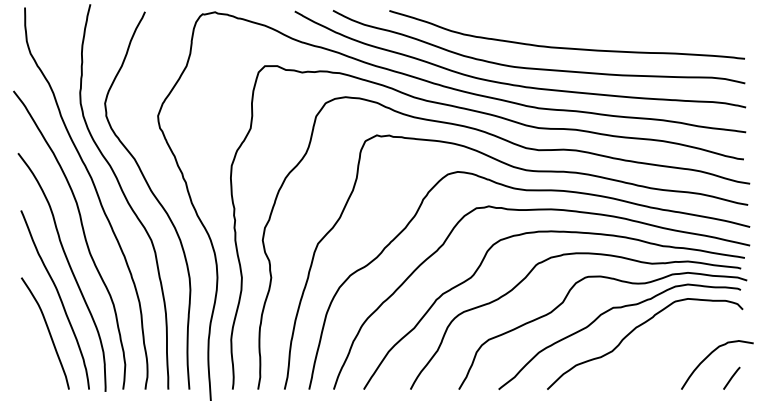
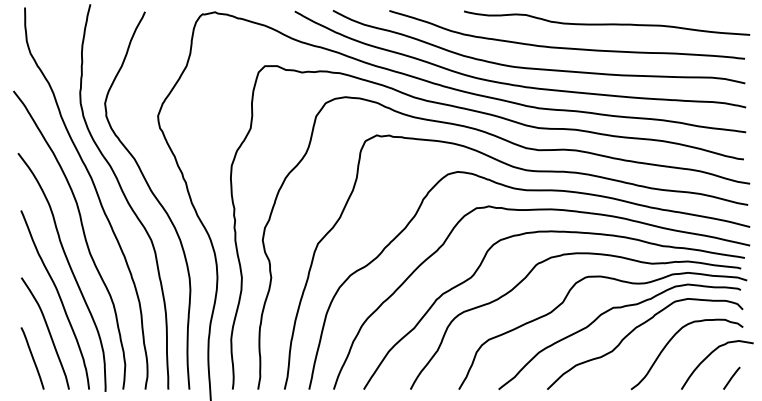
curve at (607, 23): none -> present
curve at (672, 339): none -> present
line at (32, 358): none -> present
